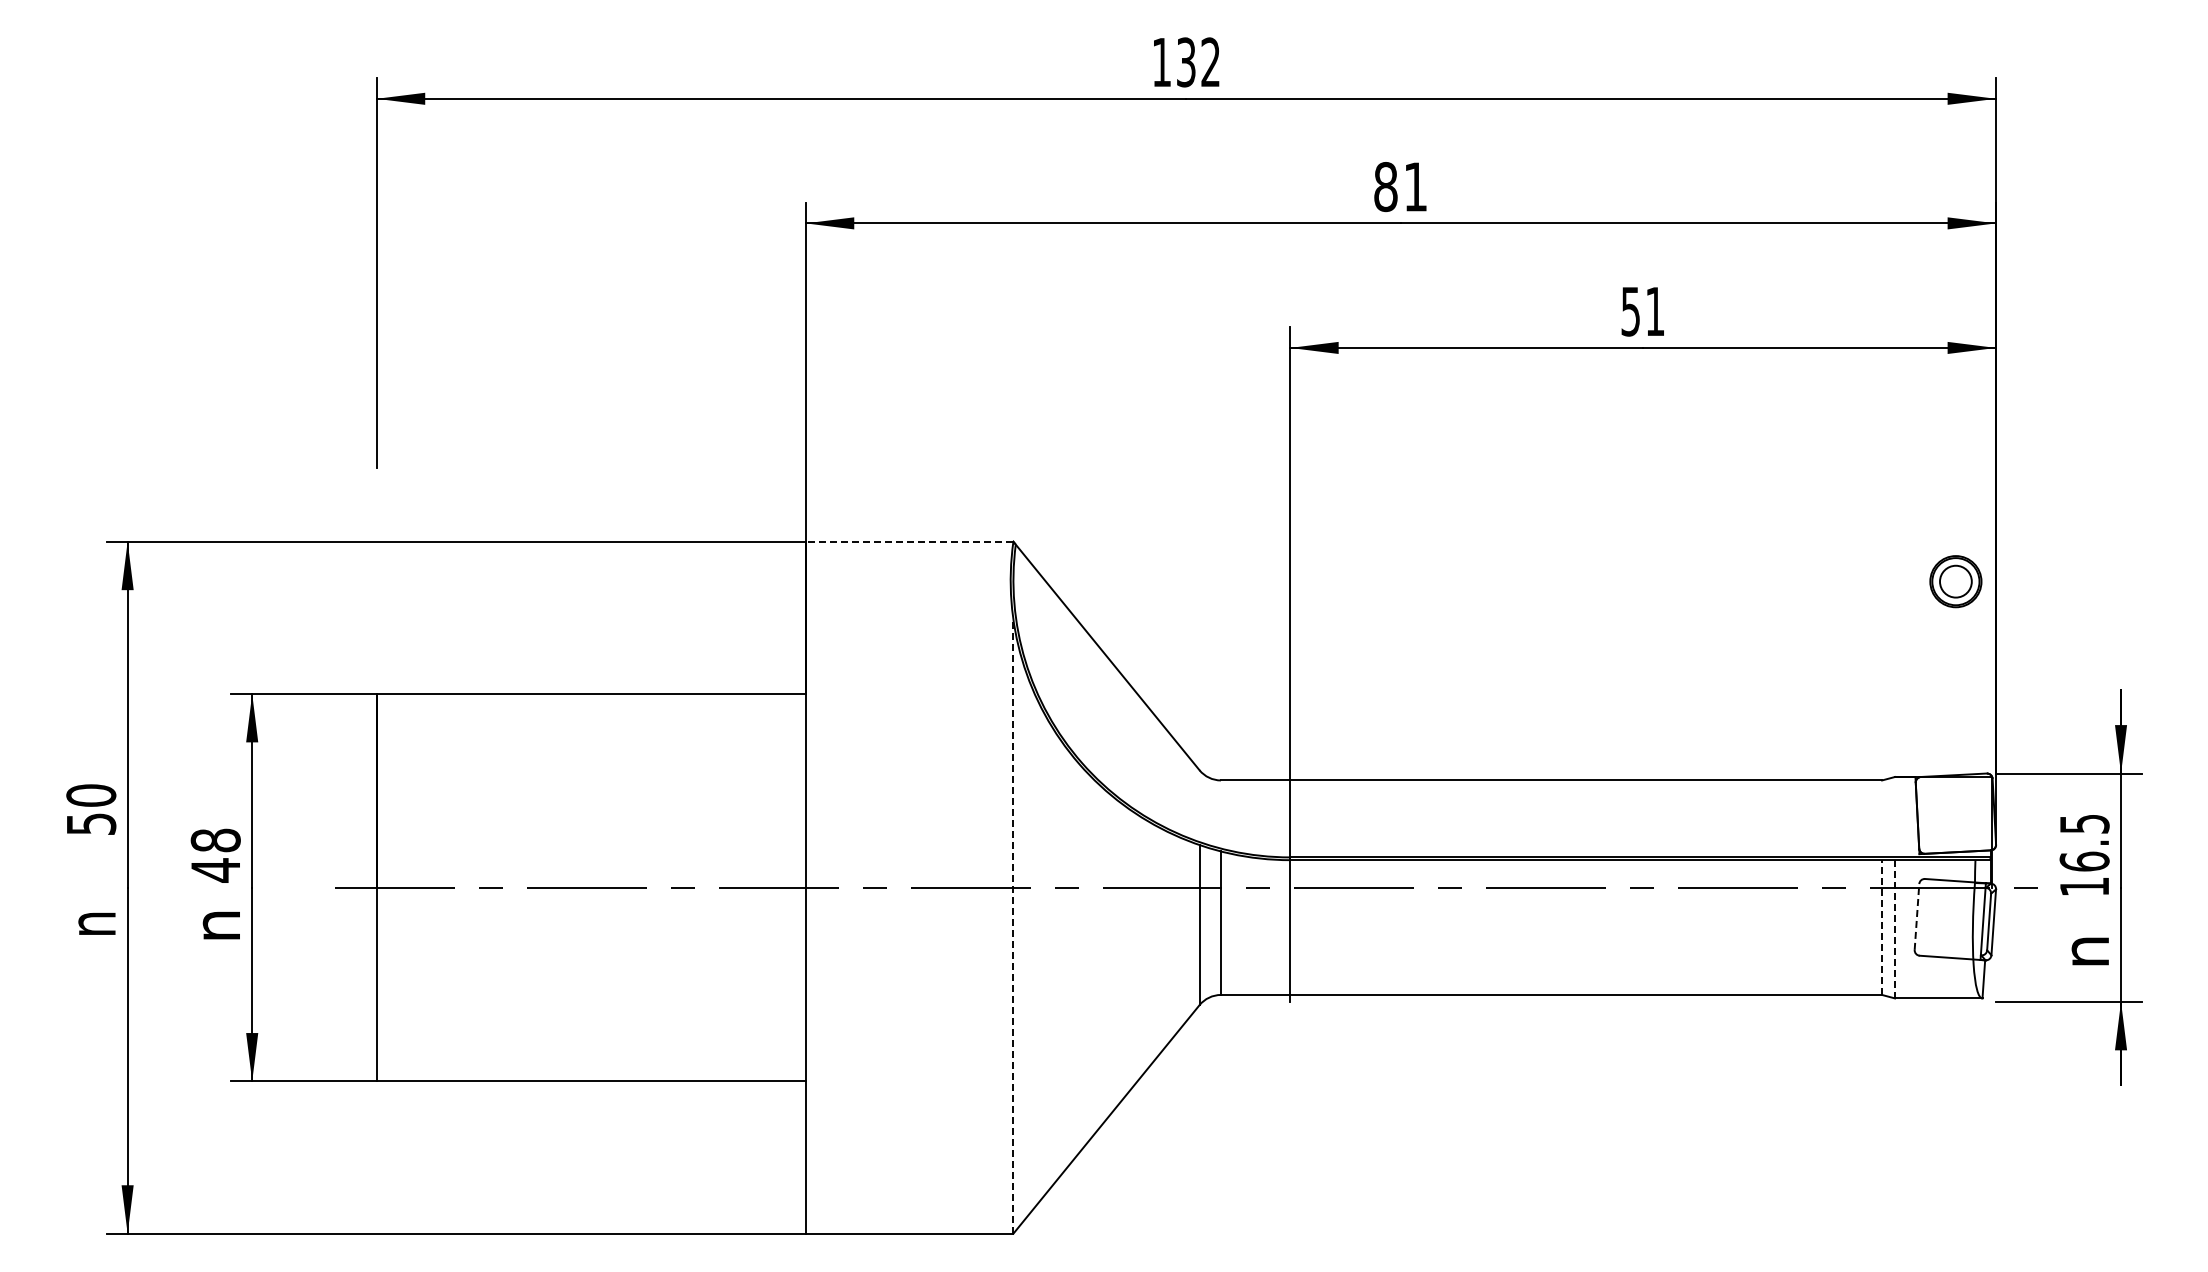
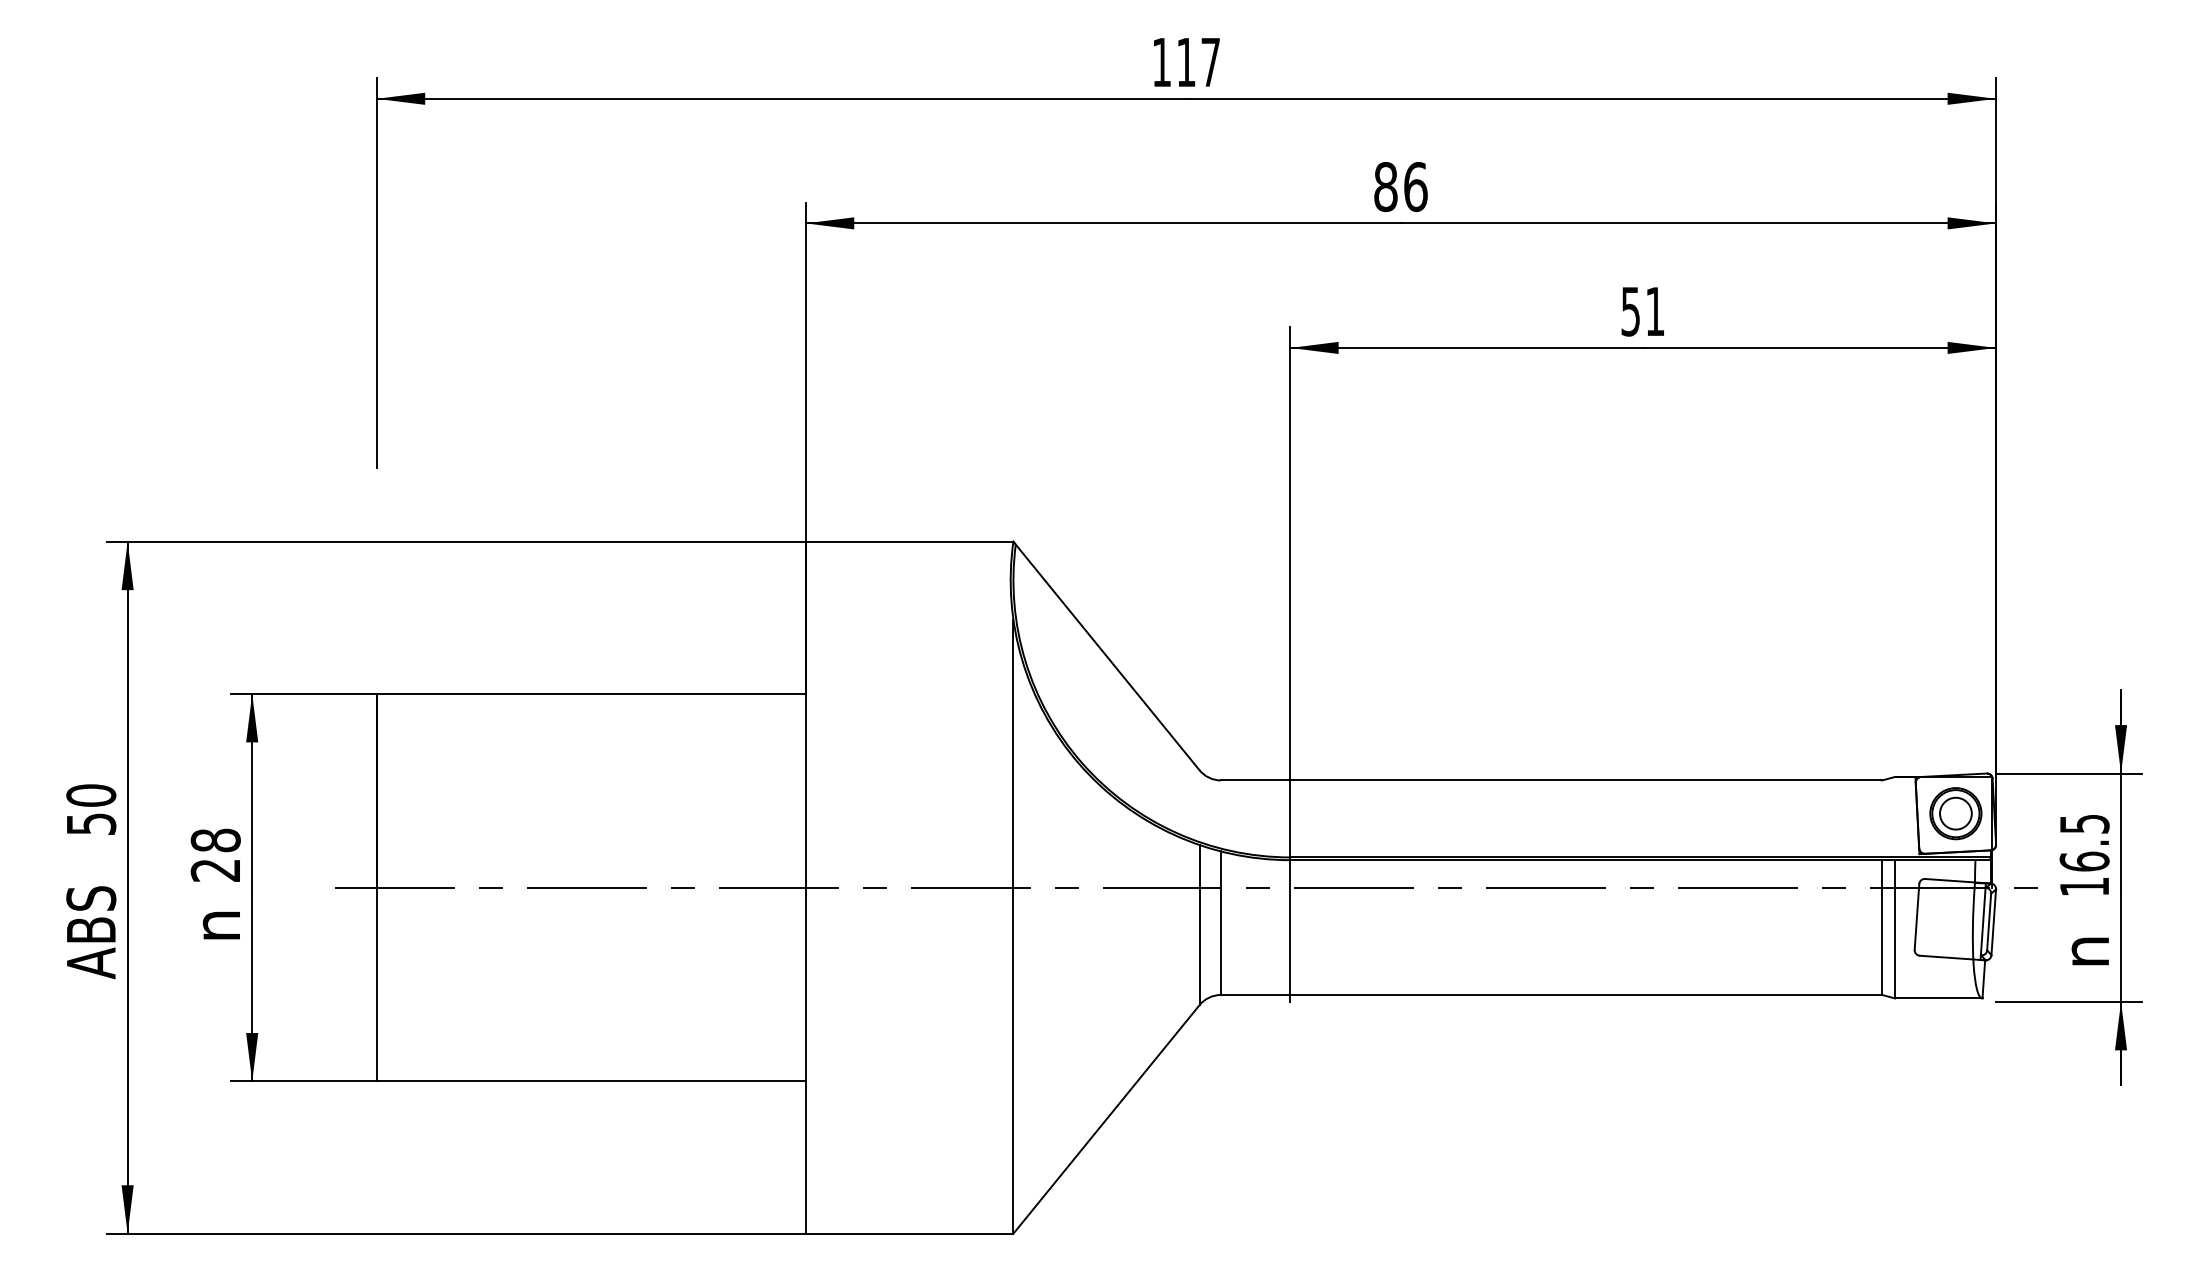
text at (1198, 62): 132 -> 117
text at (1415, 187): 81 -> 86
line at (909, 541): dashed -> solid
part at (1955, 581) position: (1955, 581) -> (1955, 813)
text at (214, 870): 48 -> 28
line at (1916, 916): dashed -> solid
line at (1013, 926): dashed -> solid
line at (1882, 927): dashed -> solid
line at (1895, 929): dashed -> solid
text at (91, 932): n -> ABS
